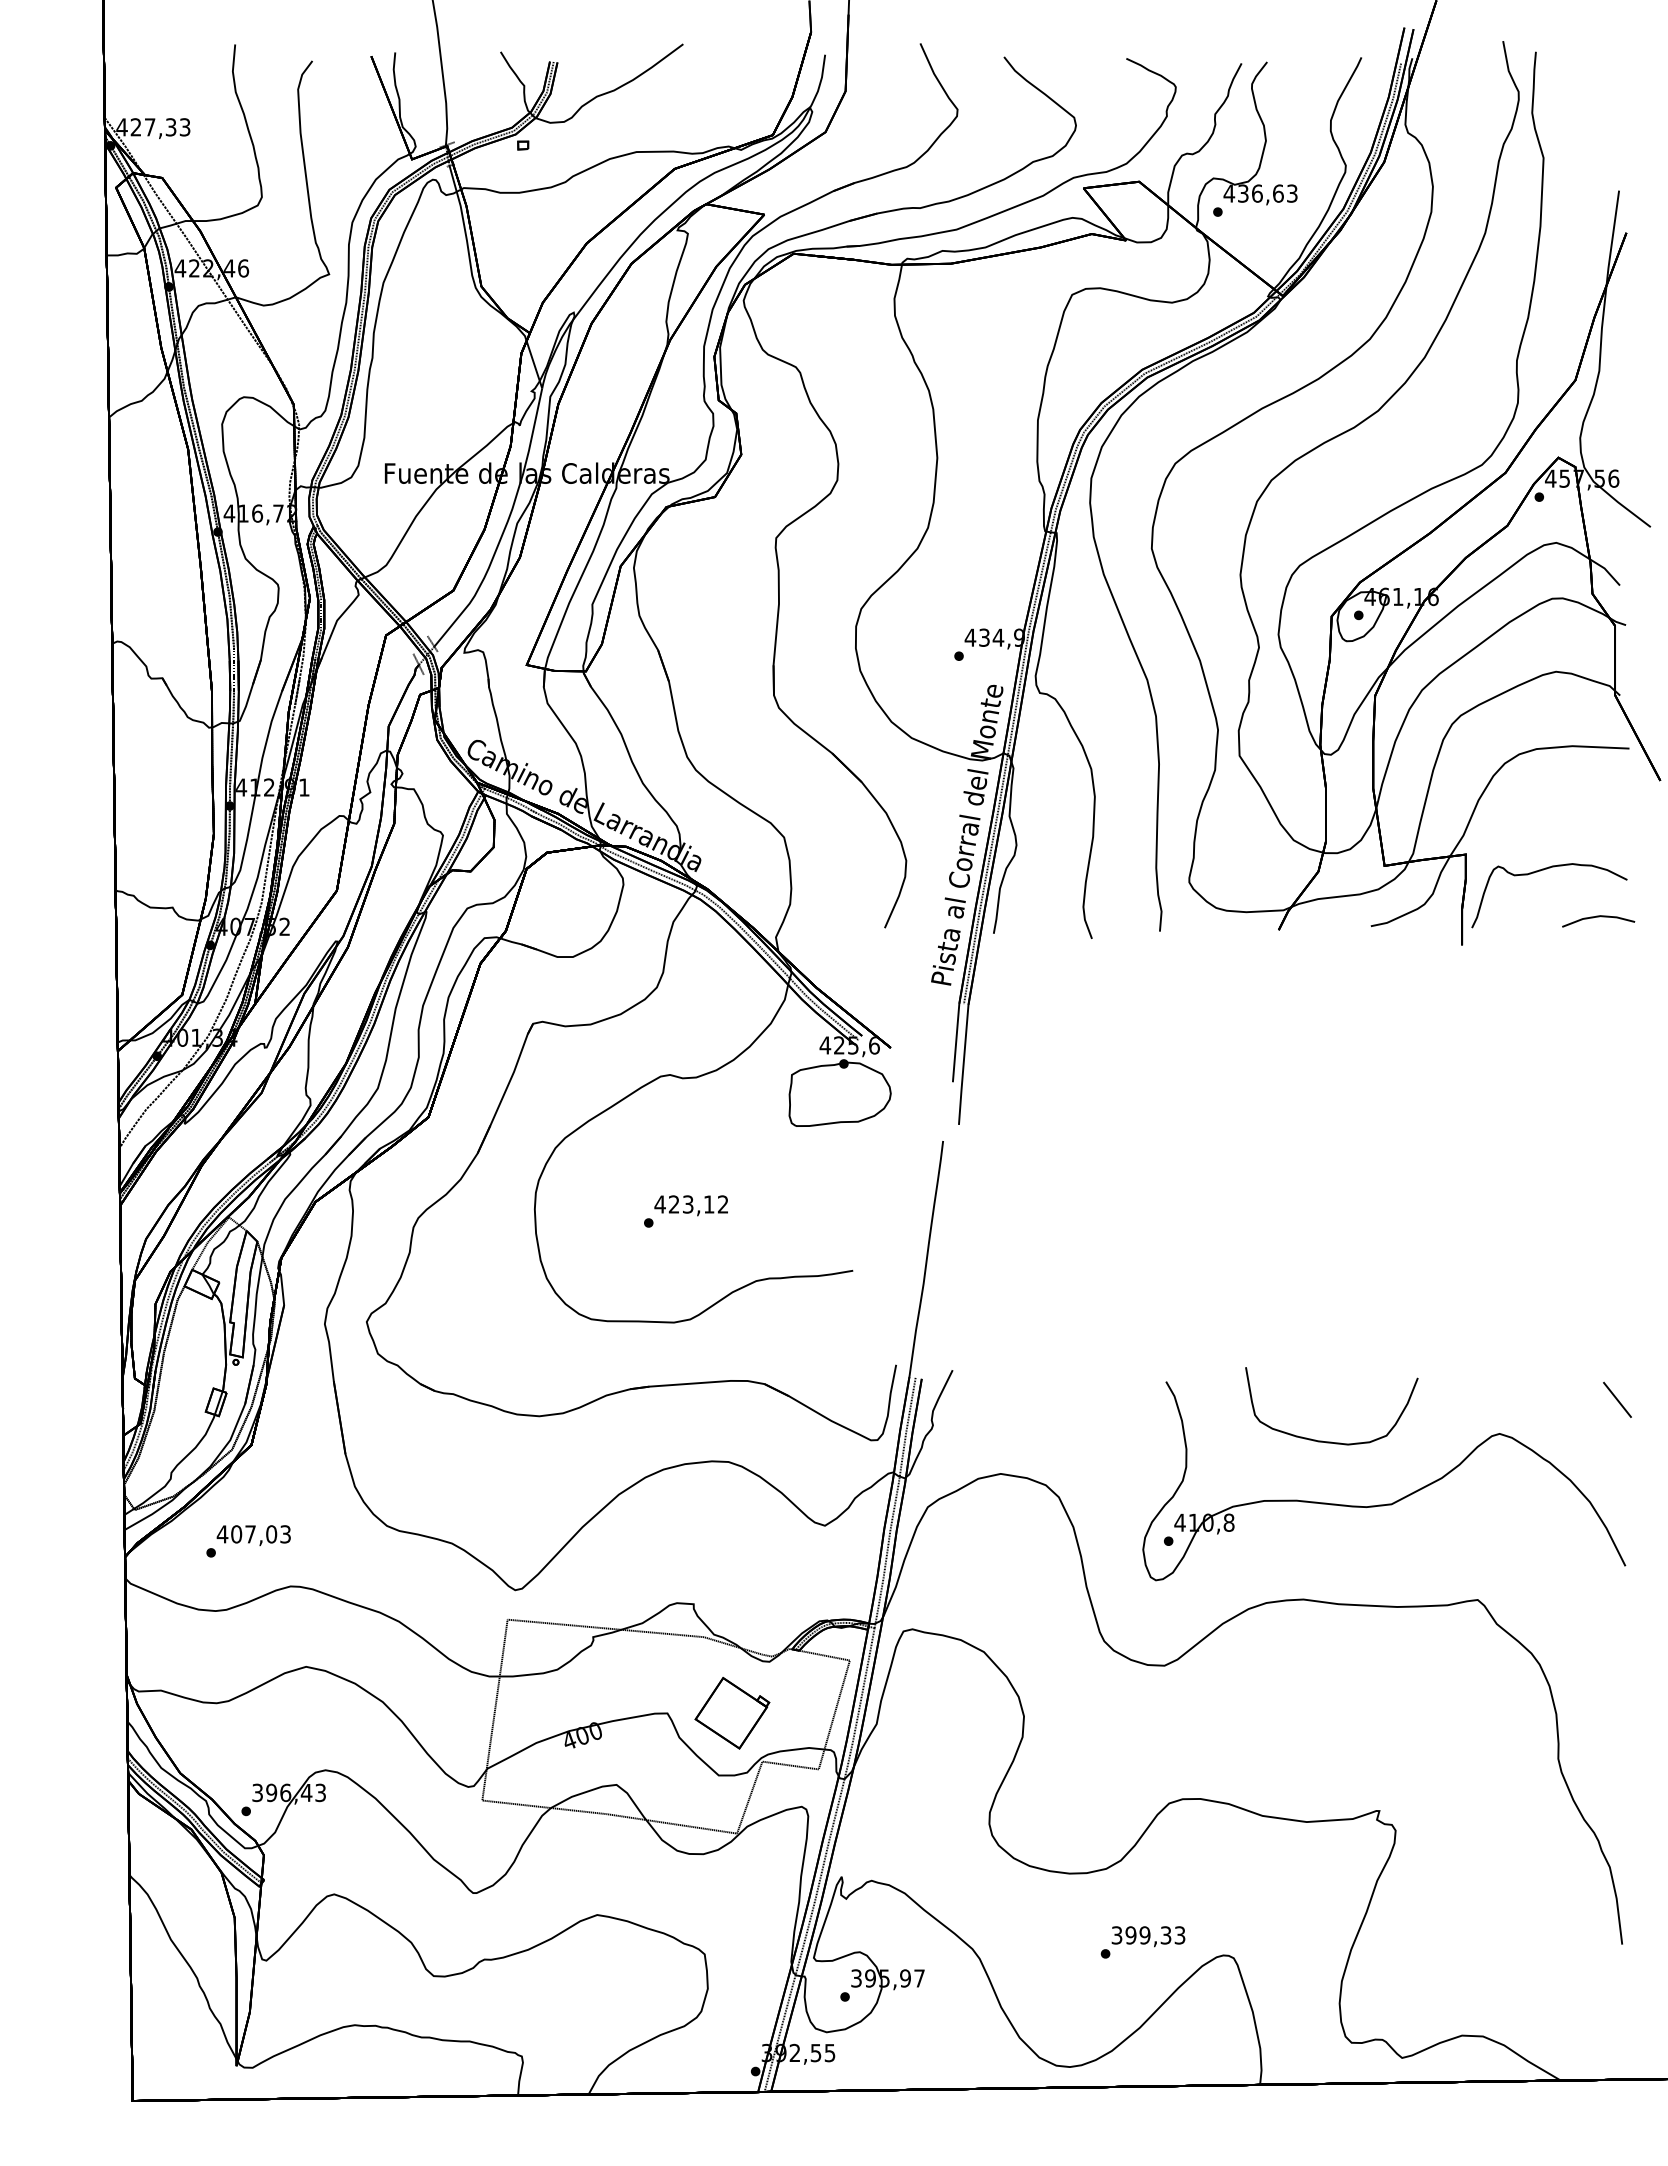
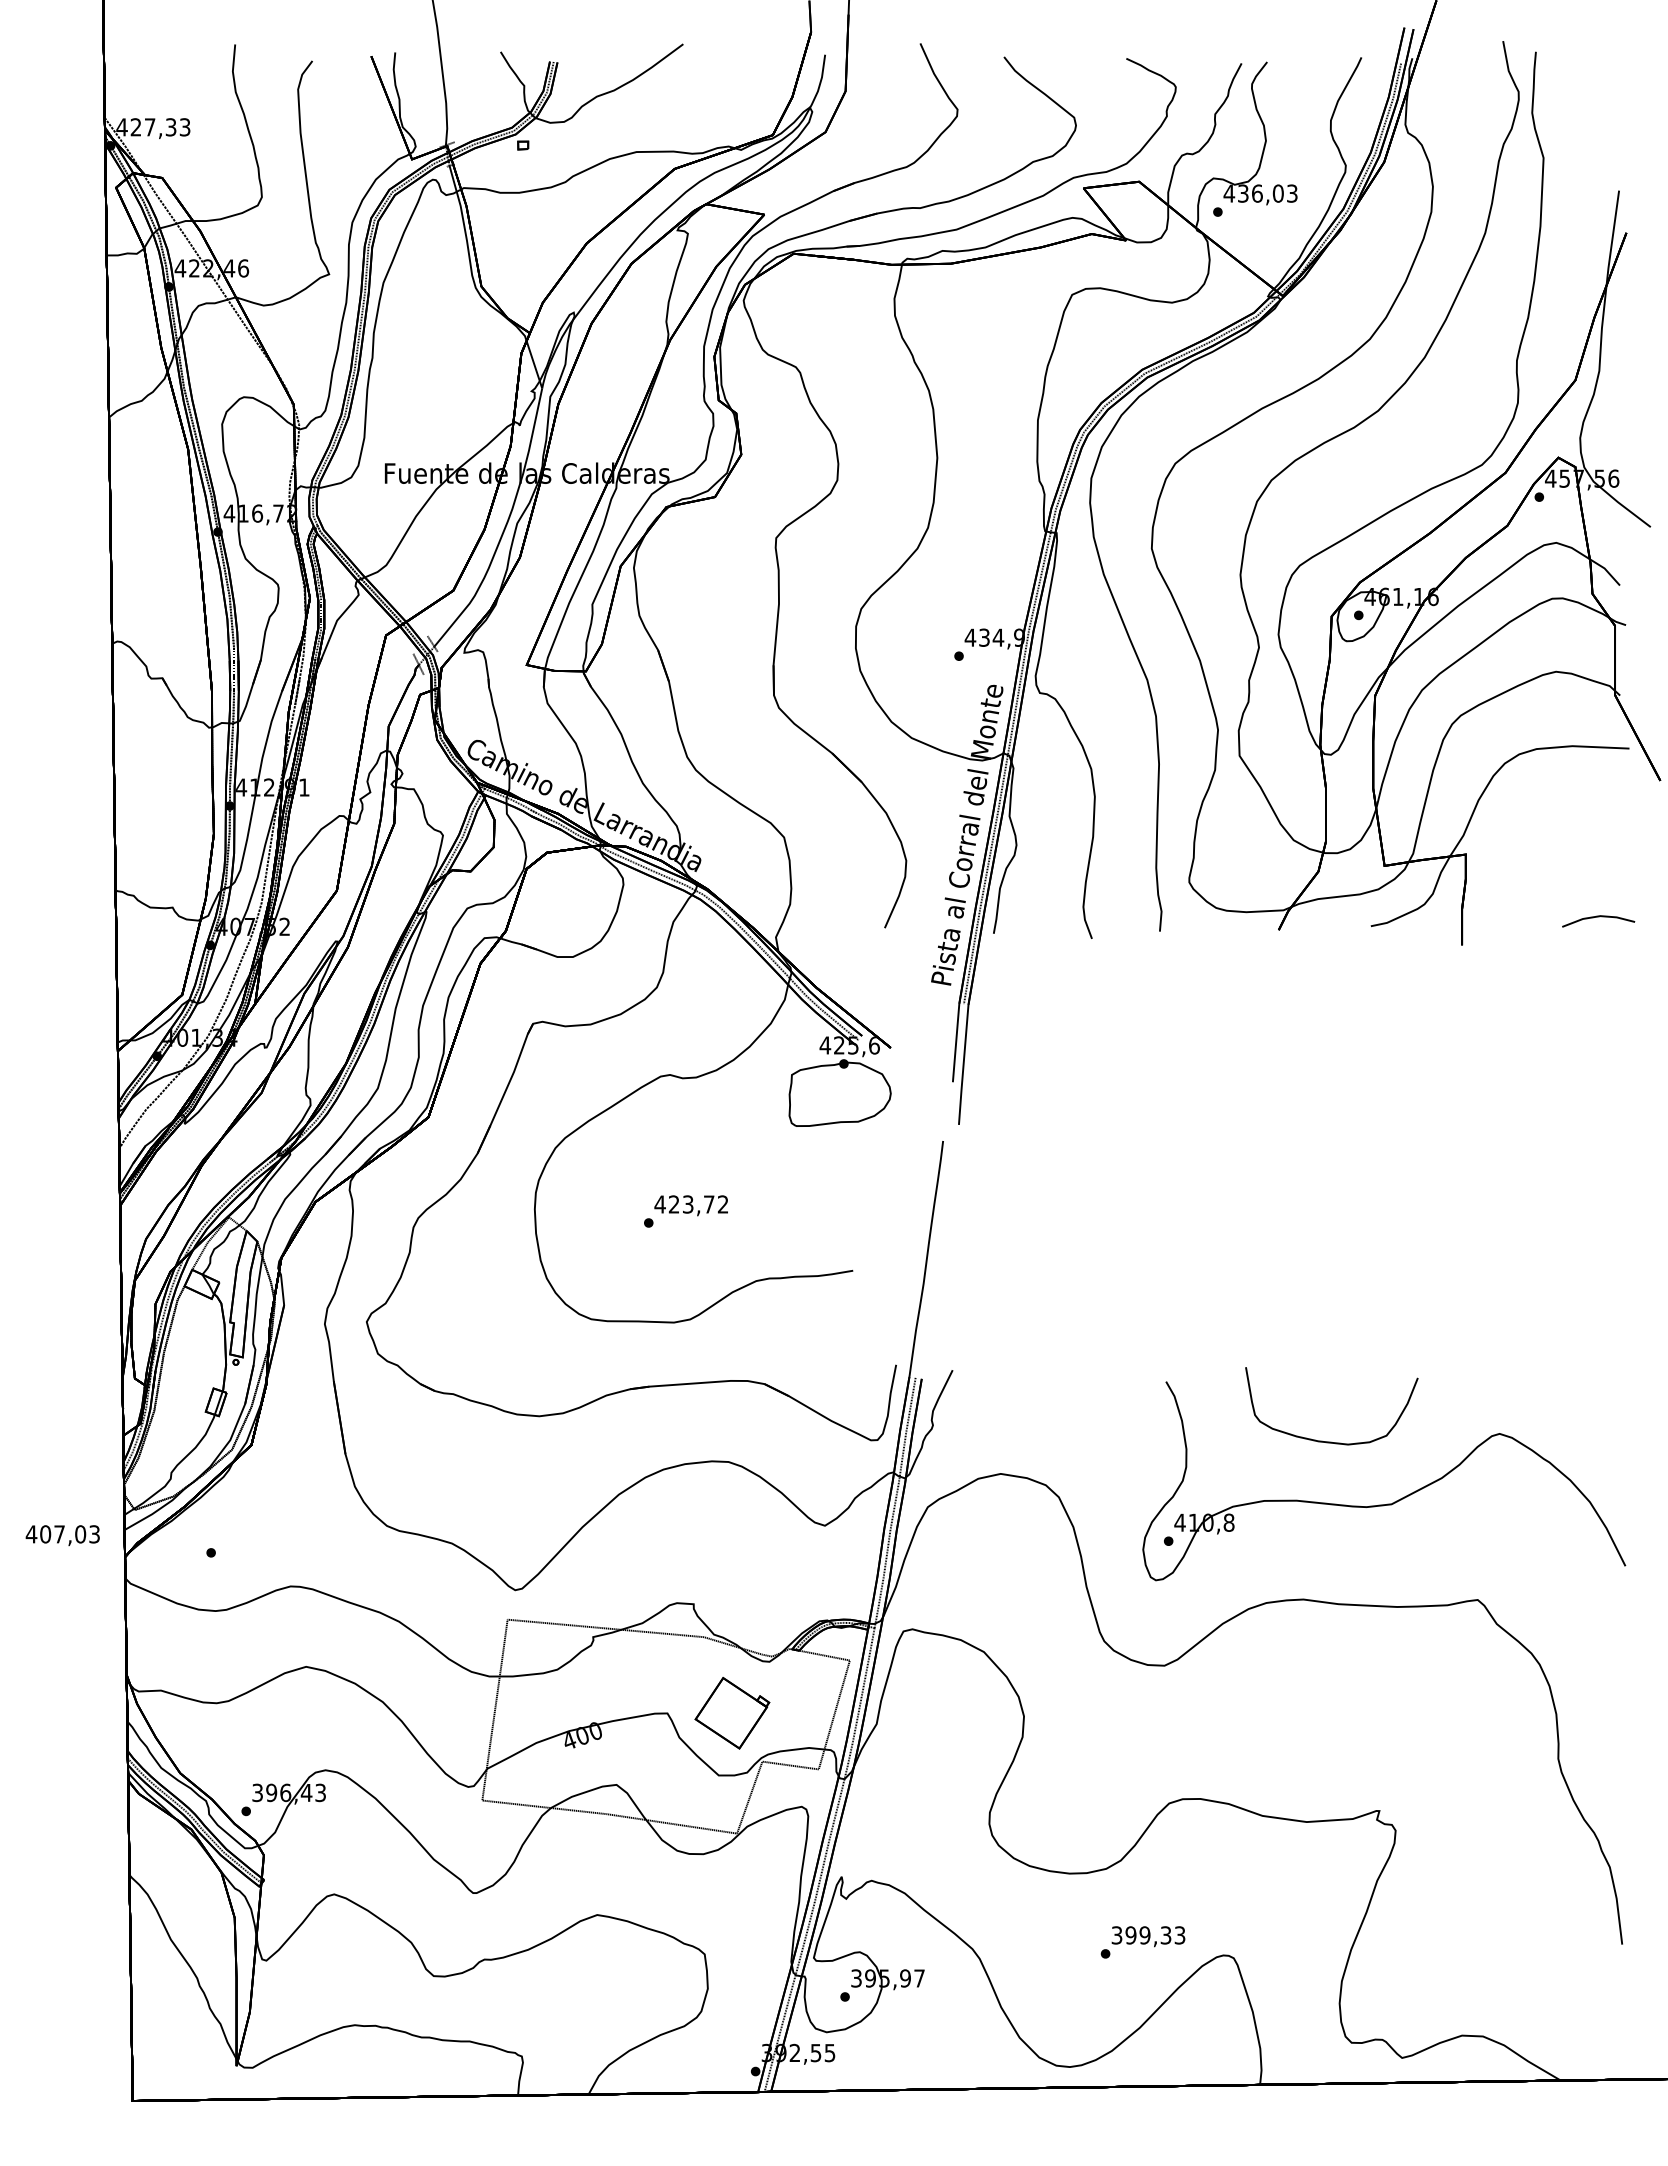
text at (1278, 193): 436,63 -> 436,03
curve at (1540, 871): present -> none
text at (709, 1204): 423,12 -> 423,72
line at (1617, 1399): present -> none
text at (253, 1535) position: (253, 1535) -> (62, 1535)
